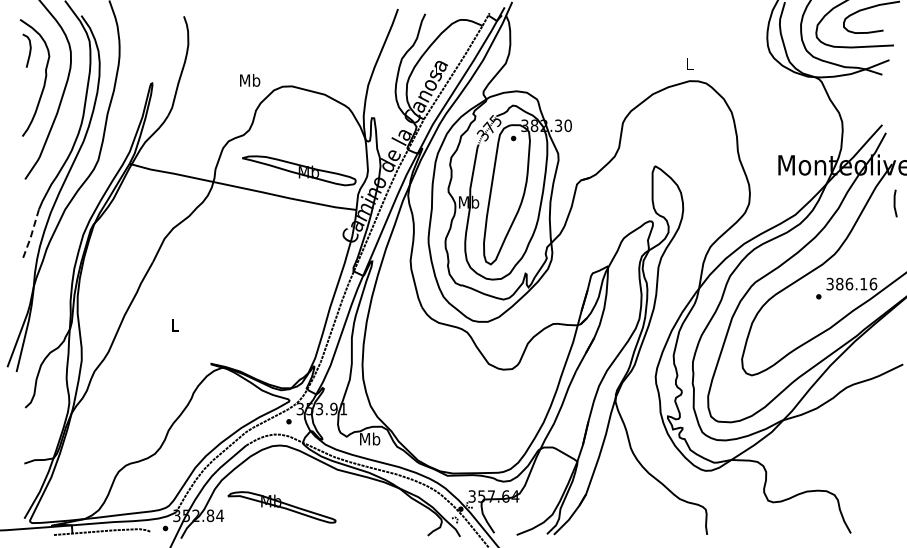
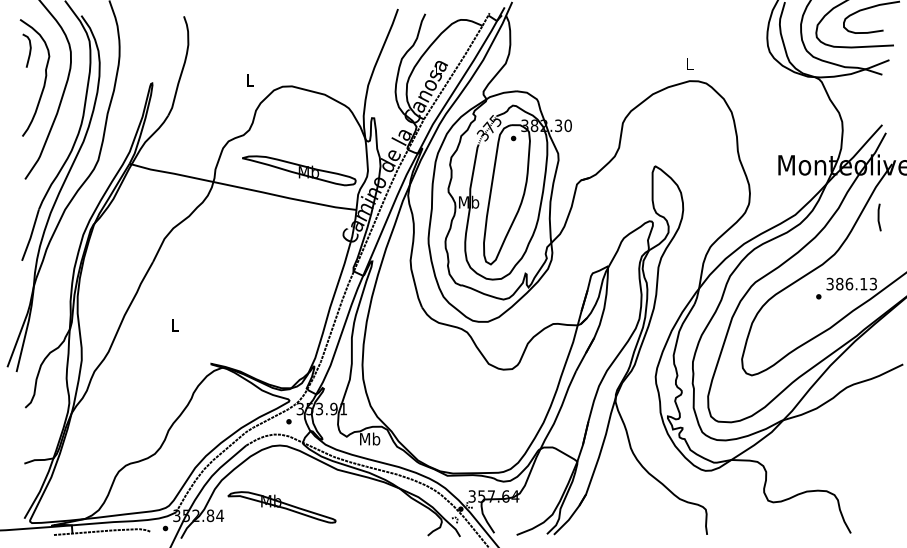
text at (250, 80): Mb -> L
line at (895, 203) position: (895, 203) -> (879, 217)
line at (31, 236): dashed -> solid
text at (873, 283): 386.16 -> 386.13
